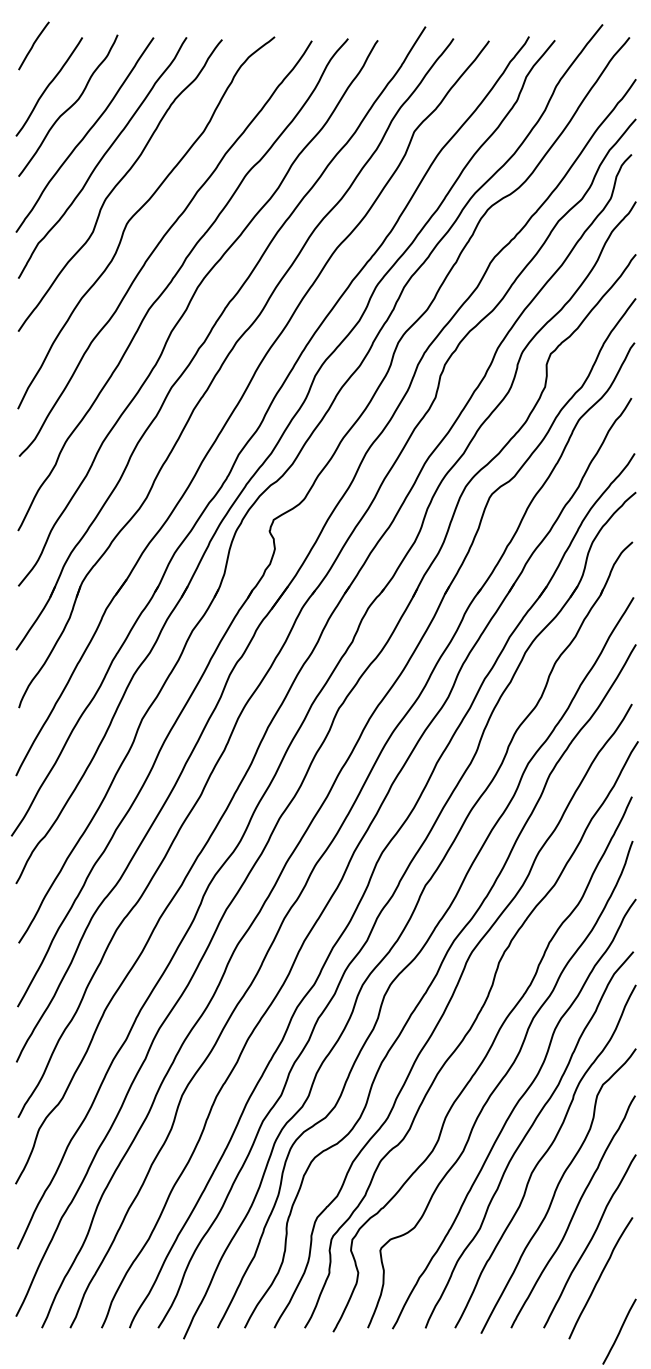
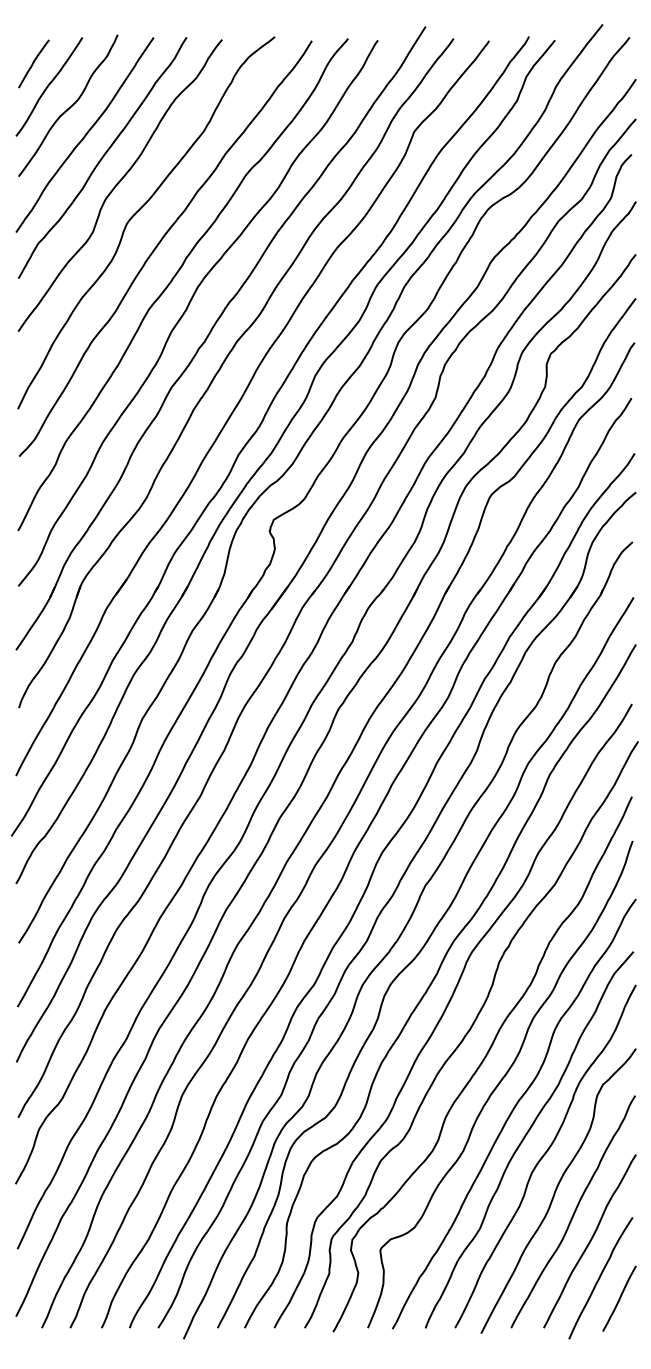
curve at (33, 45) position: (33, 45) -> (33, 63)
line at (619, 1331) position: (619, 1331) -> (619, 1298)
